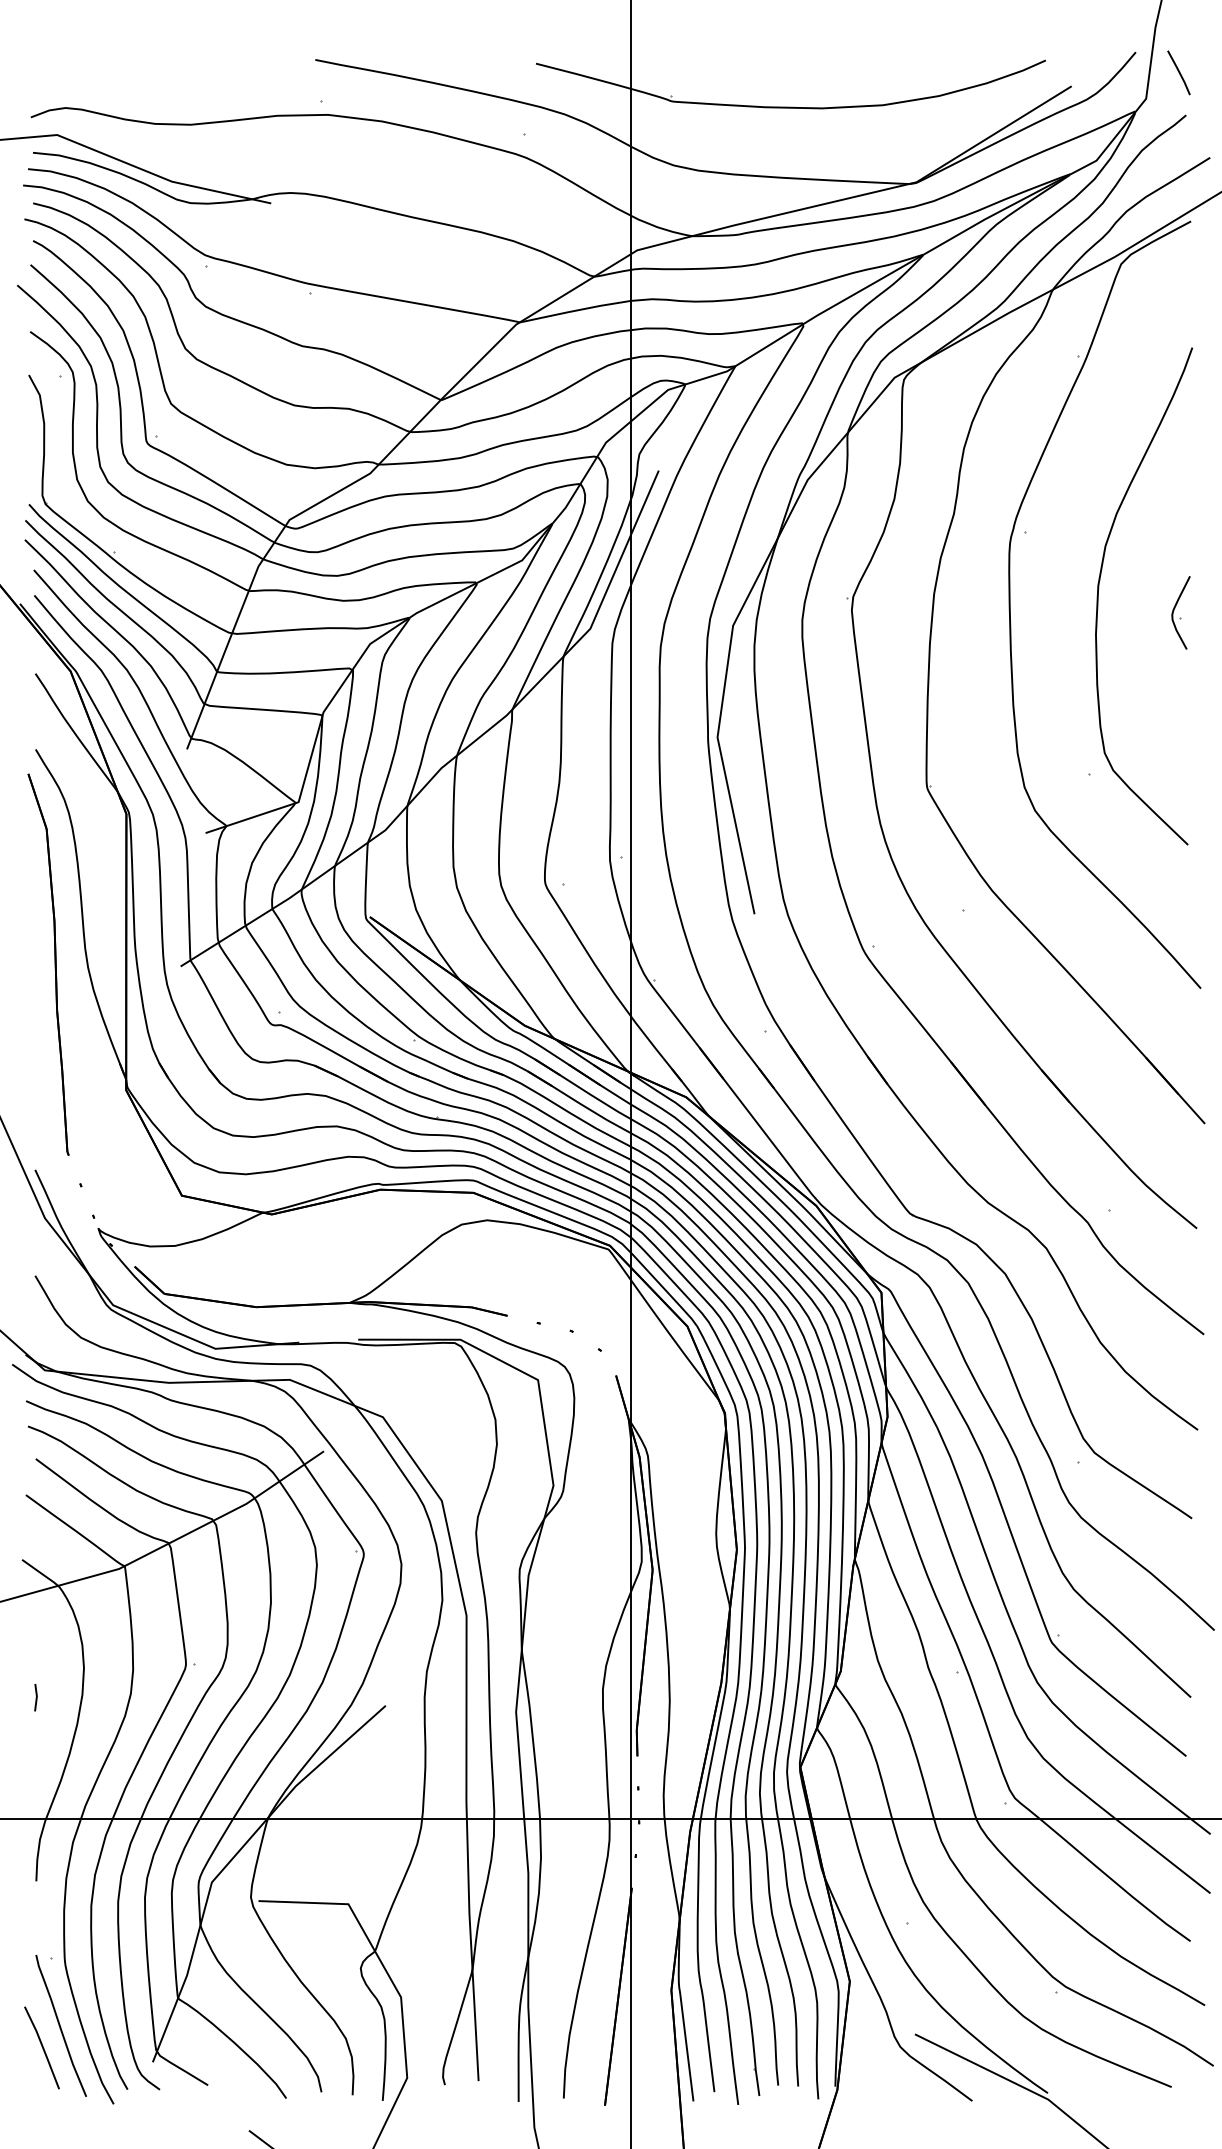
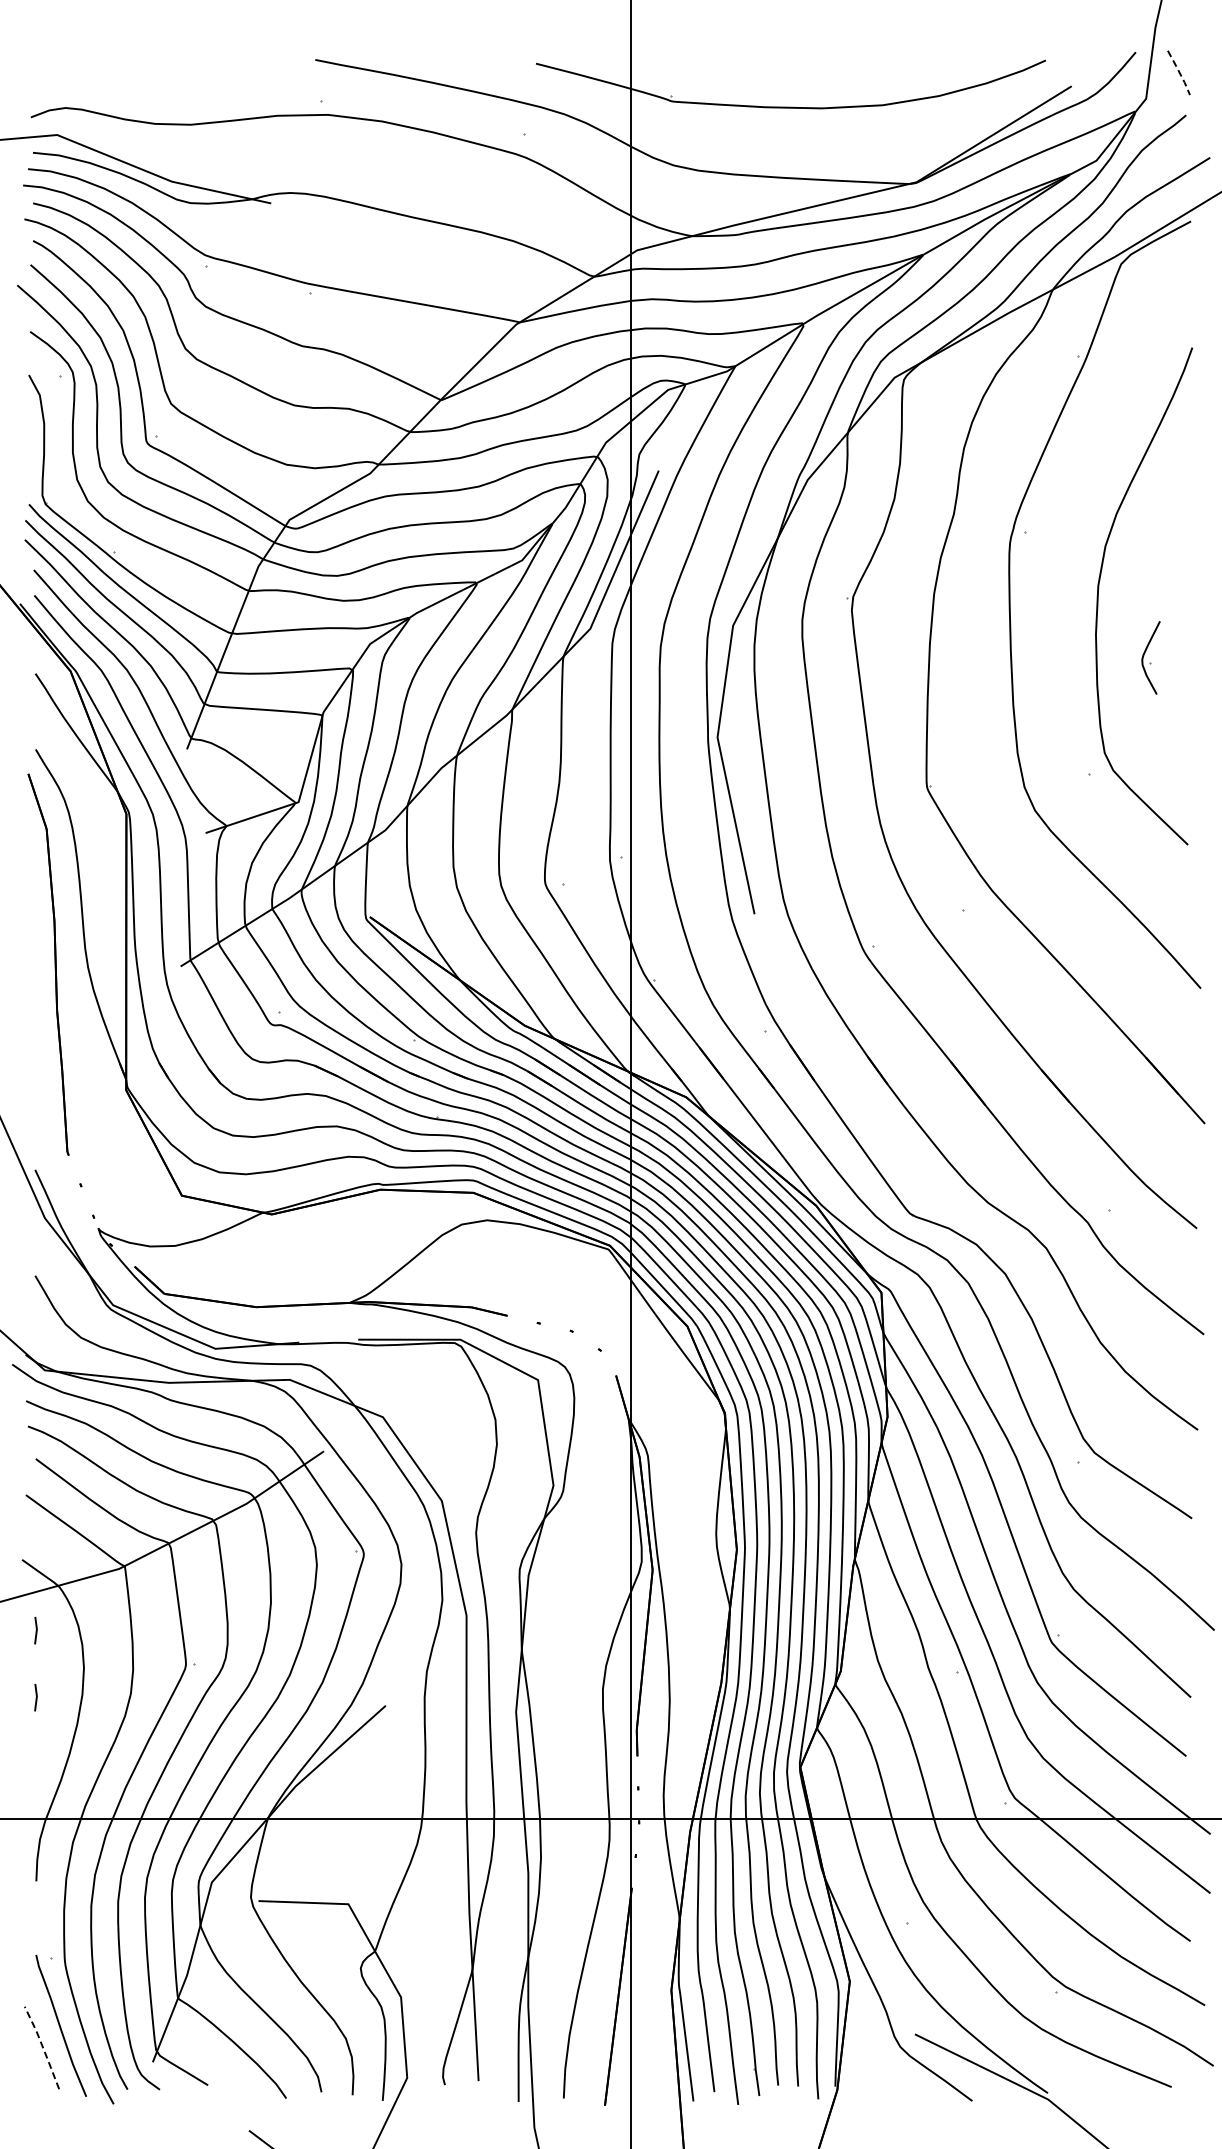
line at (1179, 72): solid -> dashed
part at (1180, 612) position: (1180, 612) -> (1150, 657)
line at (35, 1630): none -> present
line at (42, 2046): solid -> dashed
